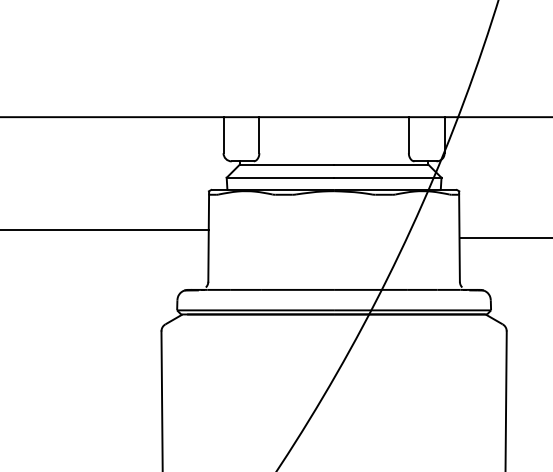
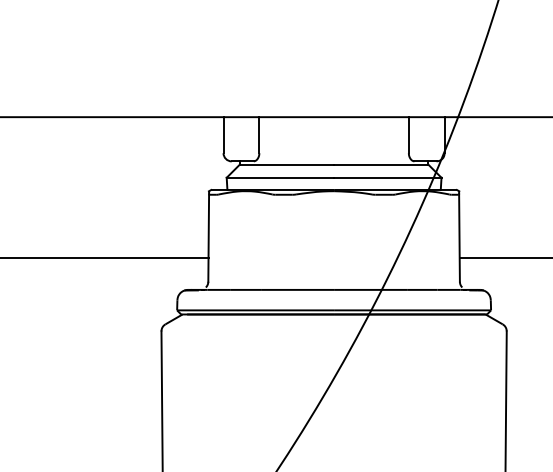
line at (105, 229) position: (105, 229) -> (105, 257)
line at (504, 237) position: (504, 237) -> (504, 257)
